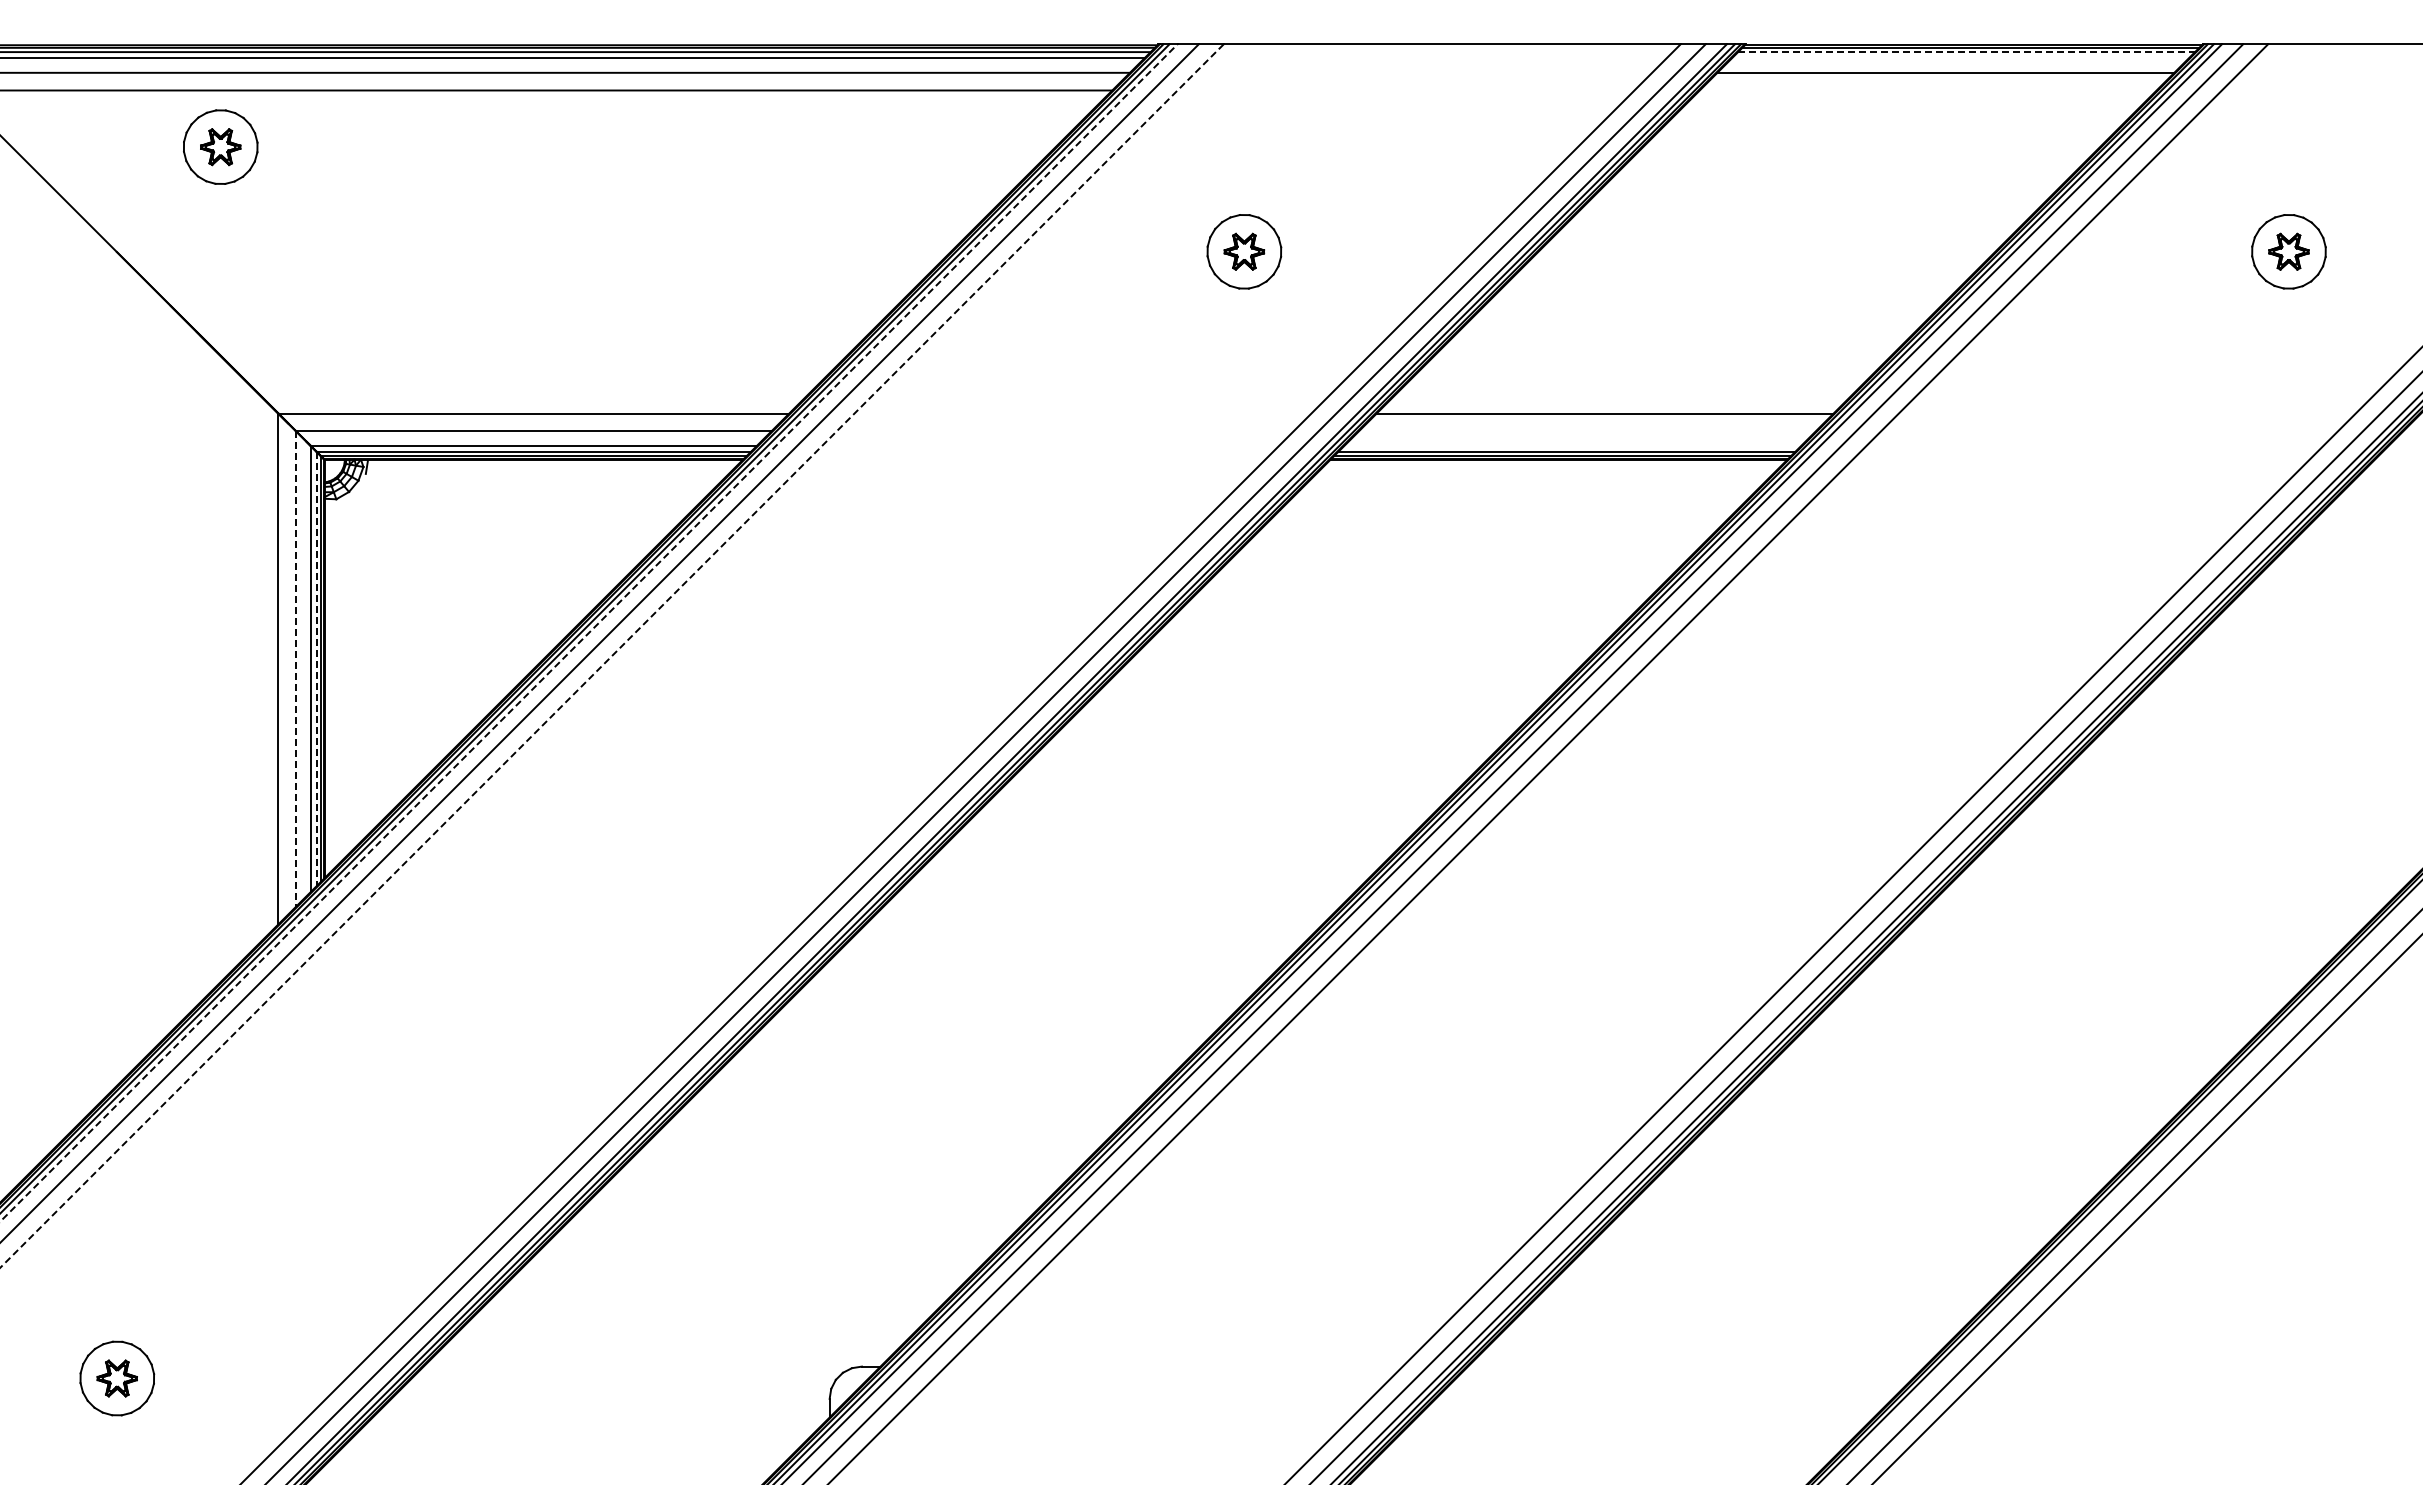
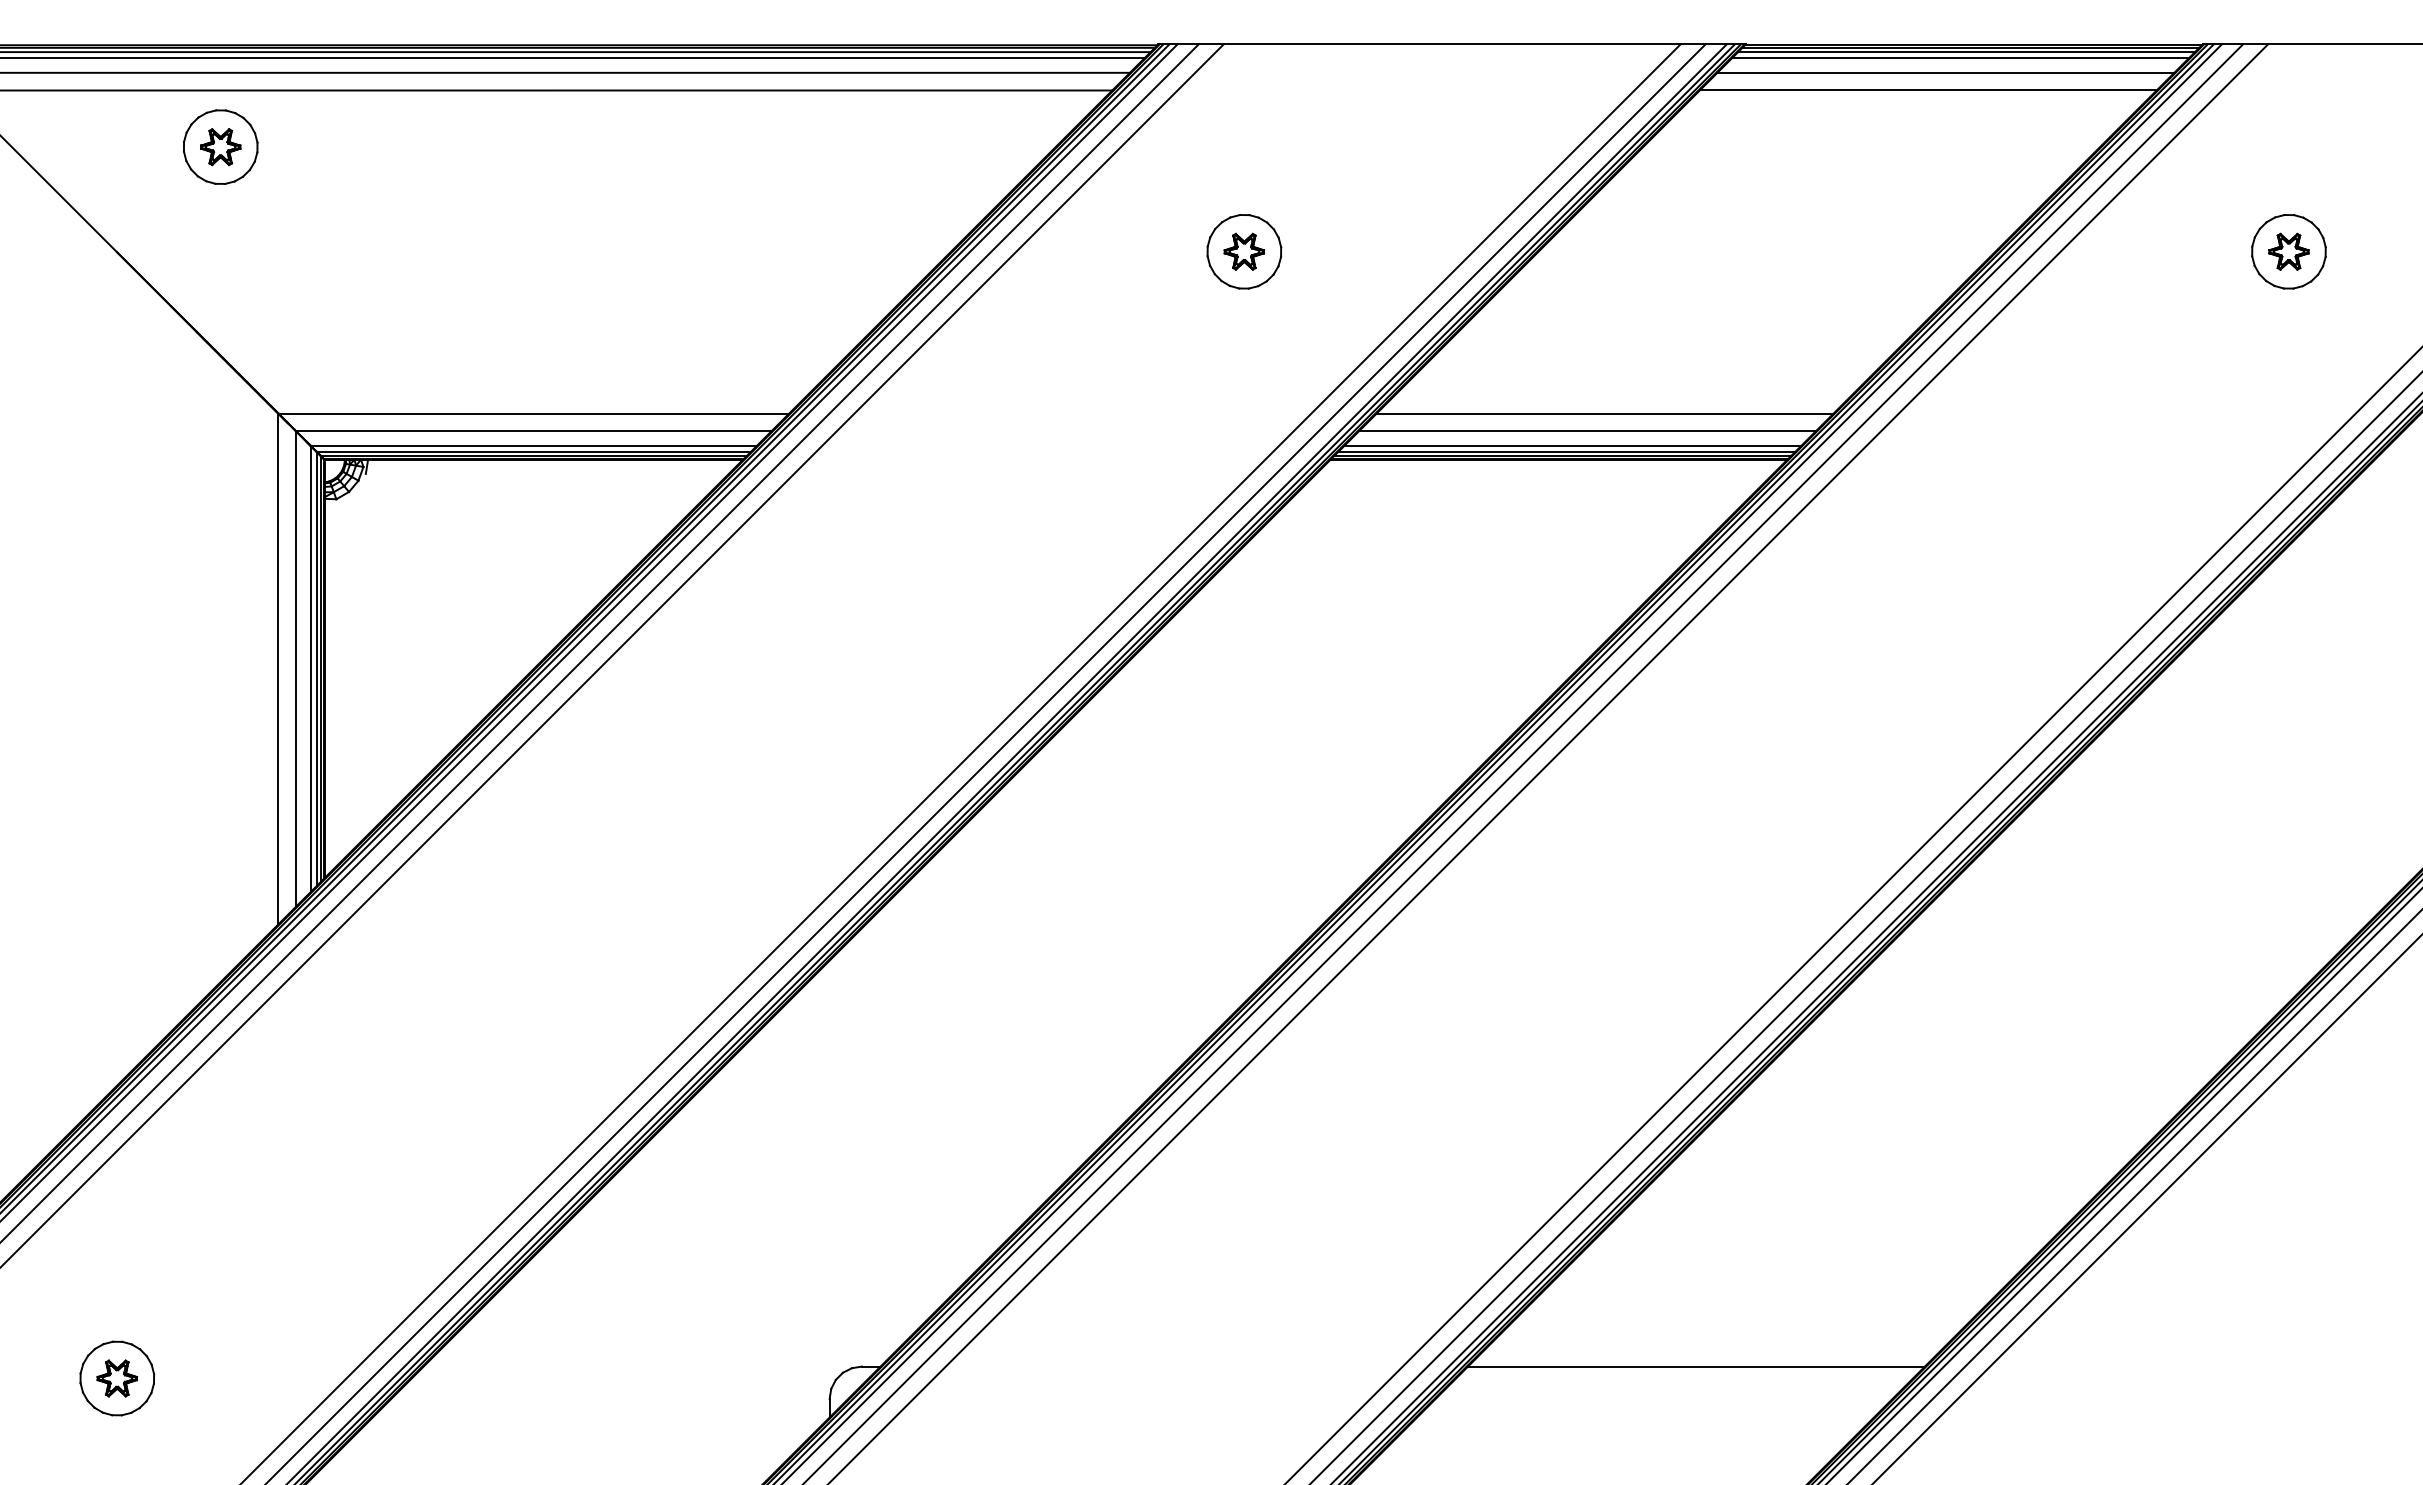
line at (1967, 52): dashed -> solid
line at (1960, 57): none -> present
line at (1927, 90): none -> present
line at (1587, 431): none -> present
line at (1572, 446): none -> present
line at (589, 632): dashed -> solid
line at (611, 656): dashed -> solid
line at (296, 668): dashed -> solid
line at (316, 669): dashed -> solid
line at (2124, 1185): none -> present
line at (1696, 1366): none -> present
